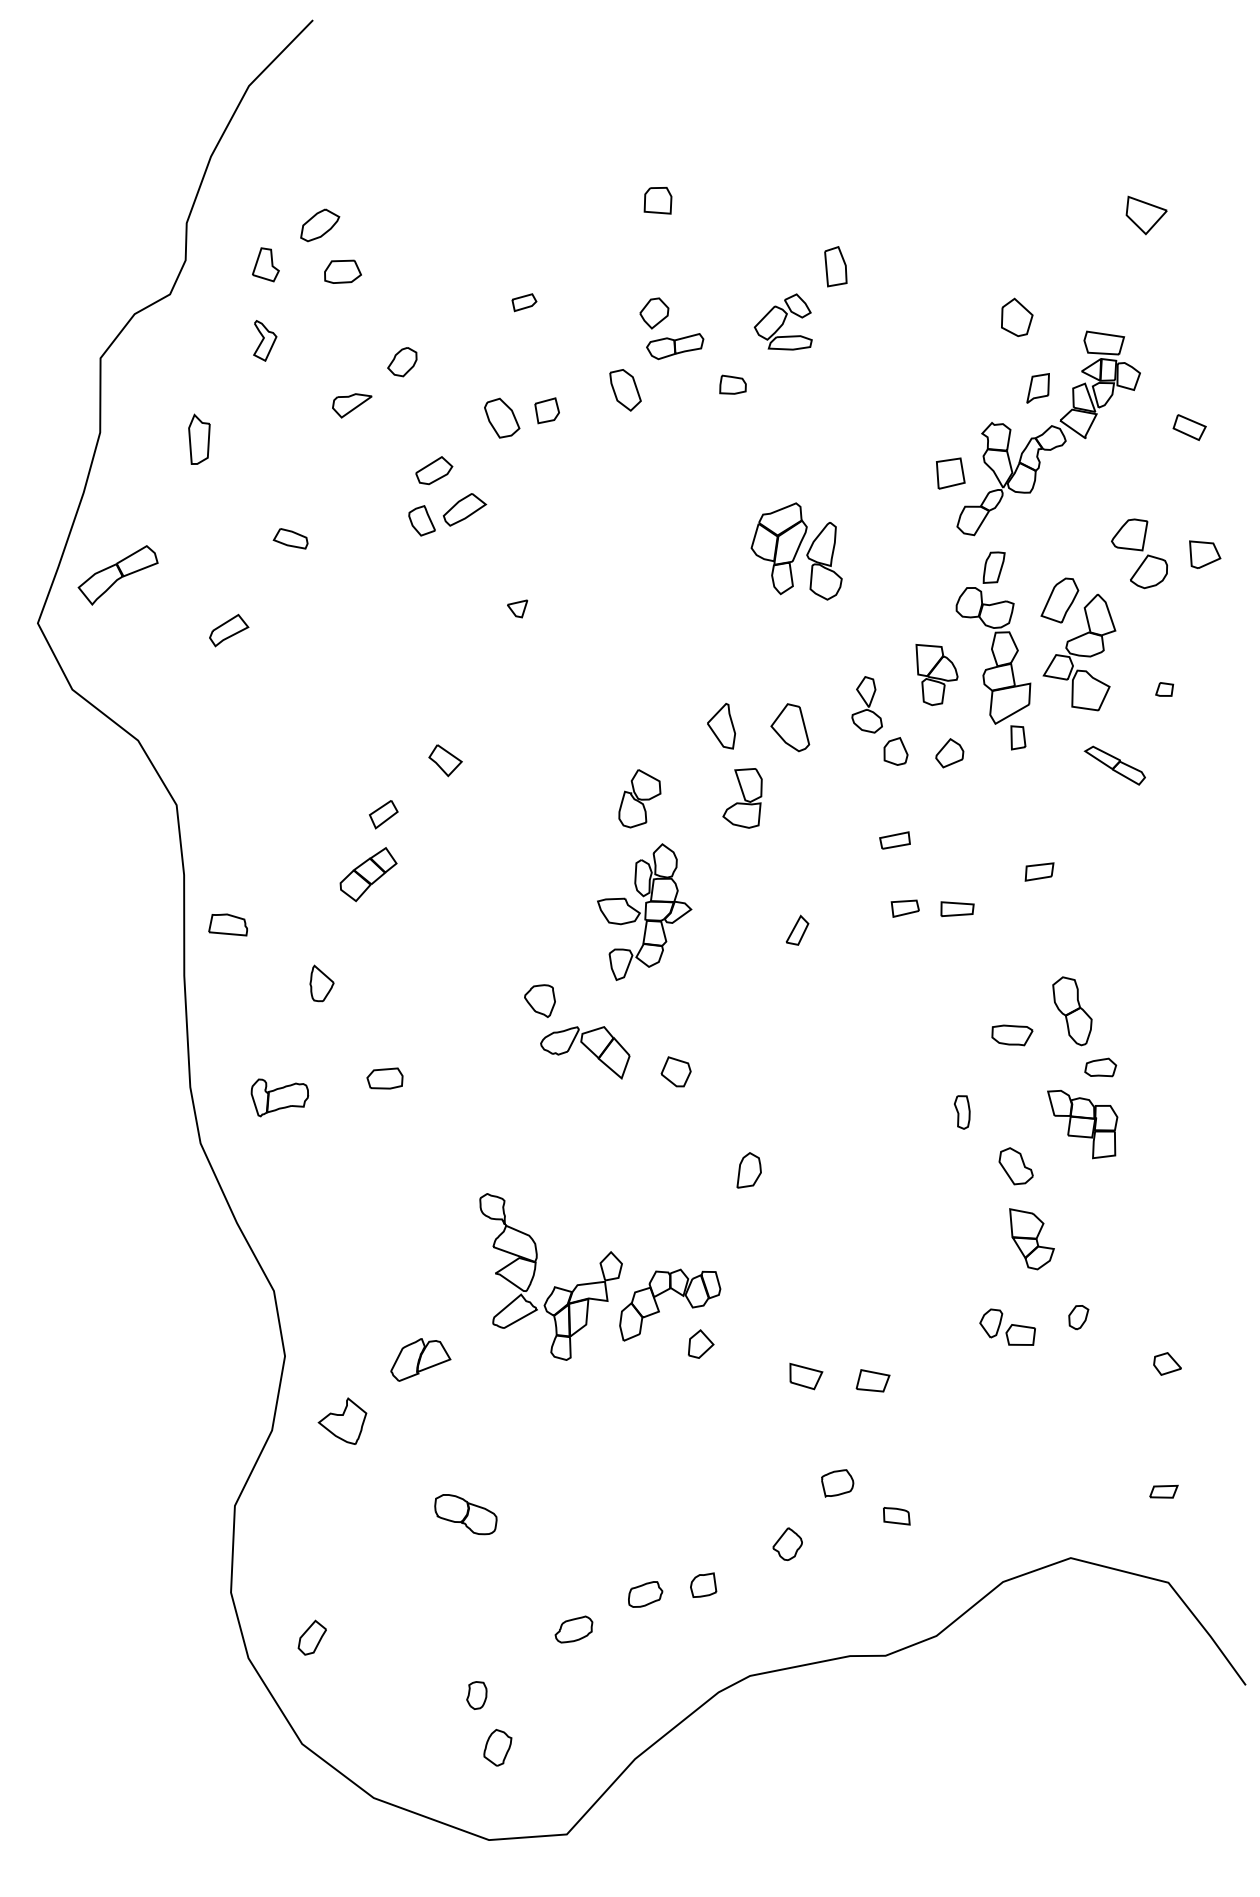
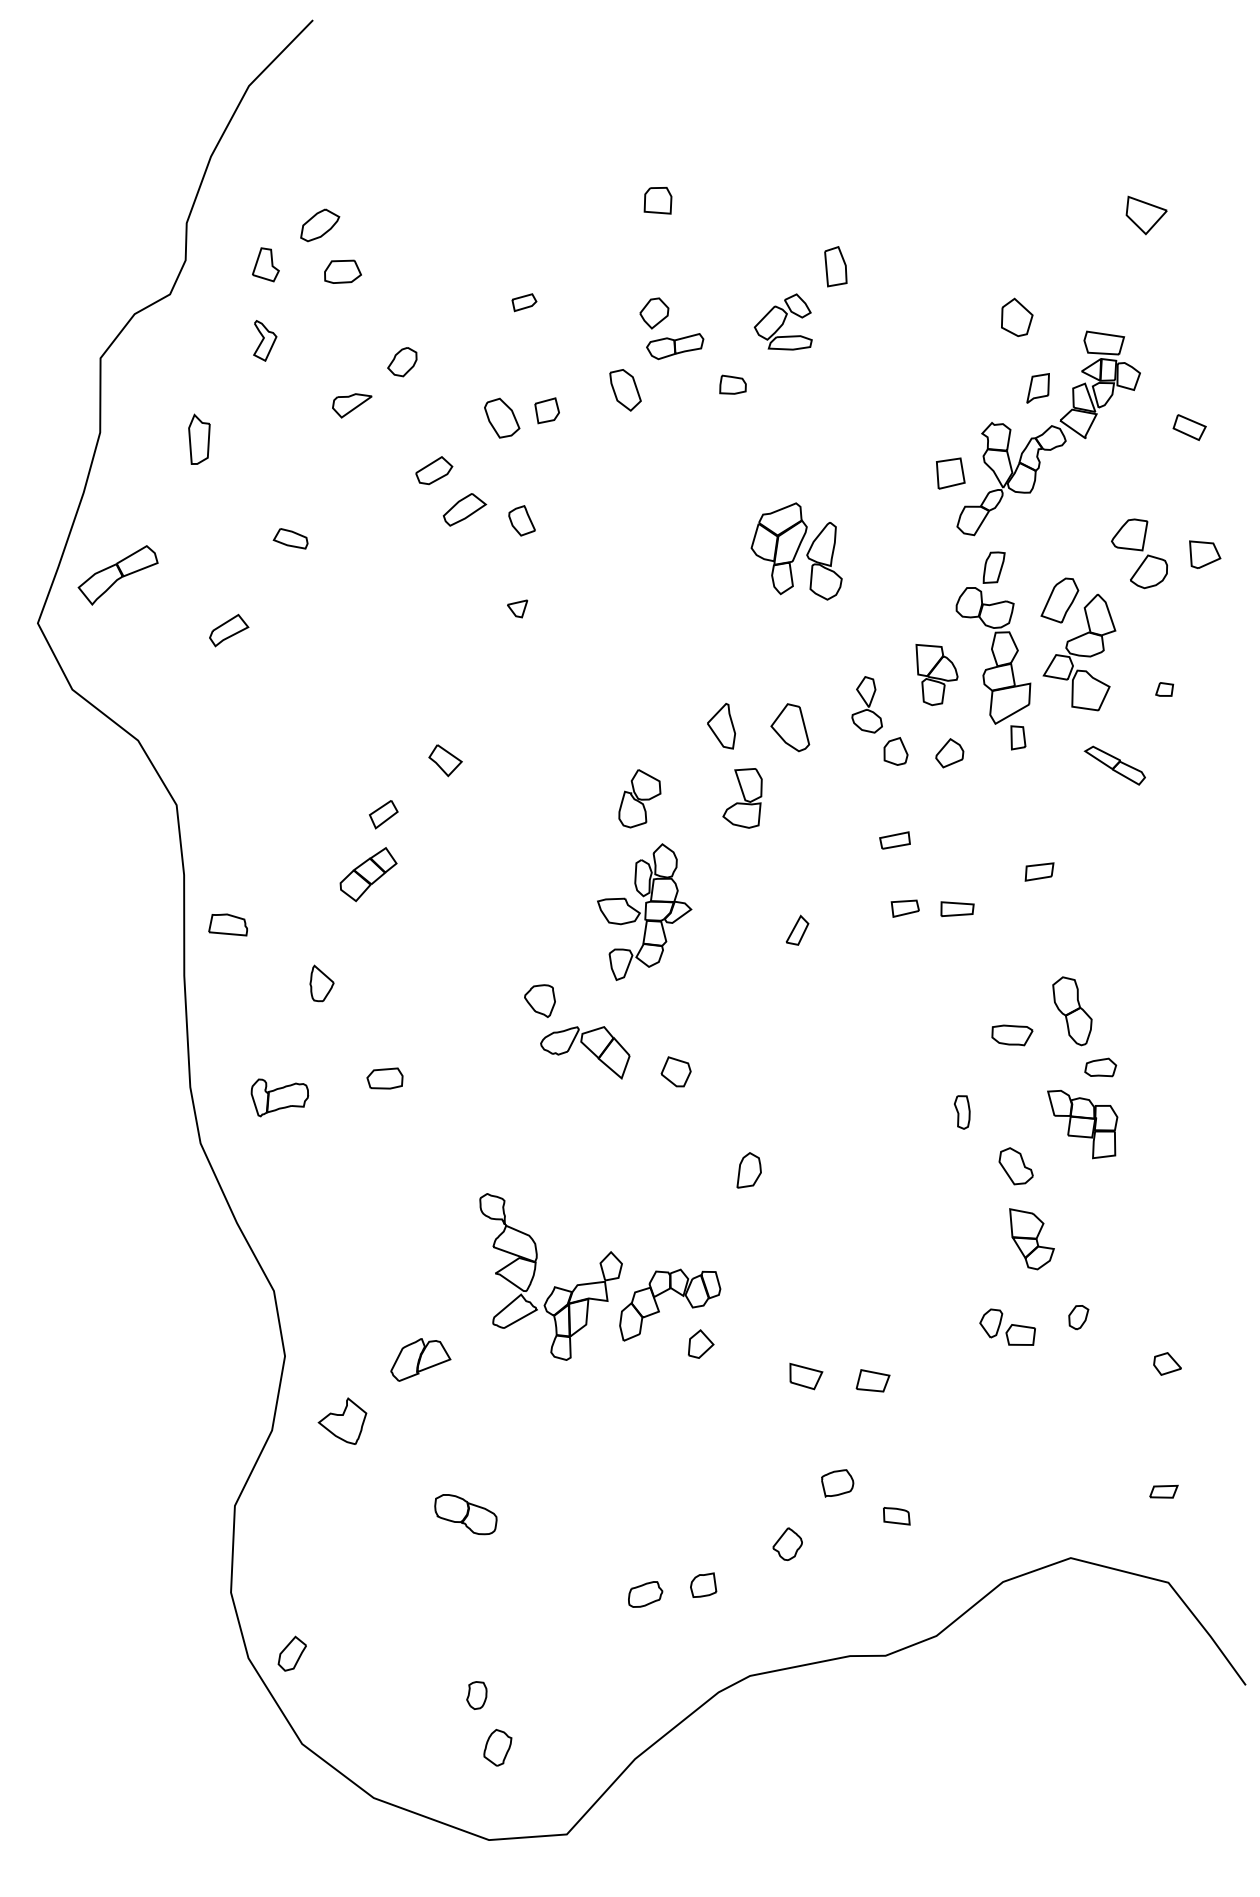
part at (421, 520) position: (421, 520) -> (521, 520)
part at (573, 1629): present -> none
part at (311, 1637) position: (311, 1637) -> (291, 1653)
